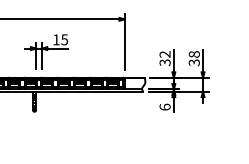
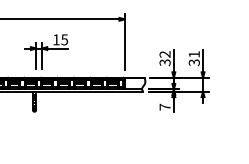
text at (193, 54): 38 -> 31
text at (164, 106): 6 -> 7
